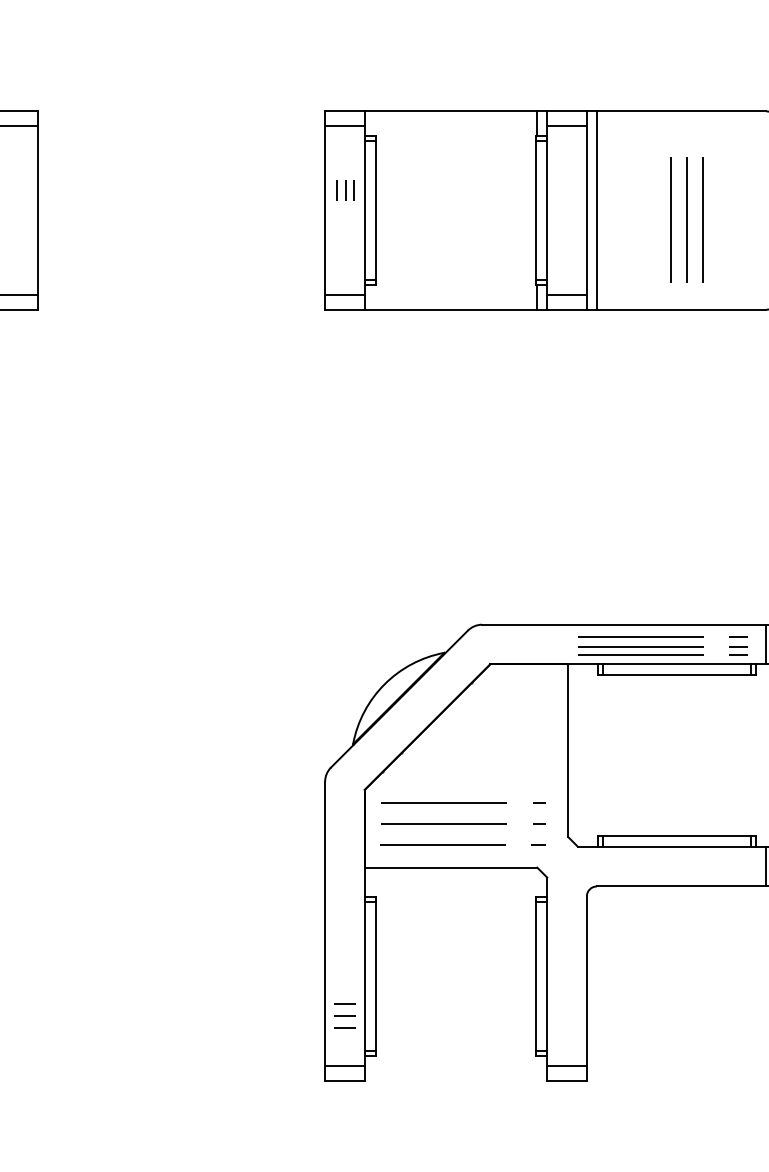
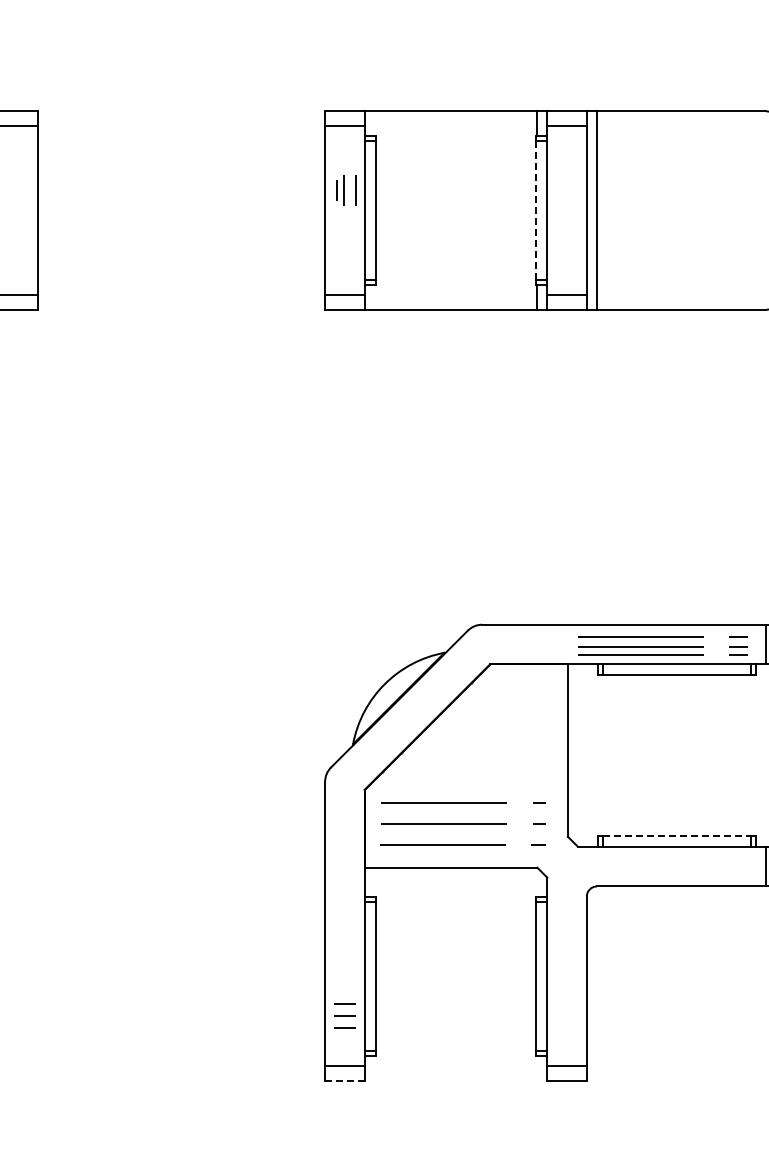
part at (349, 190) size: 10x21 px -> 14x31 px
line at (536, 210): solid -> dashed
line at (670, 212): present -> none
line at (686, 212): present -> none
line at (702, 212): present -> none
line at (677, 835): solid -> dashed
line at (344, 1080): solid -> dashed
